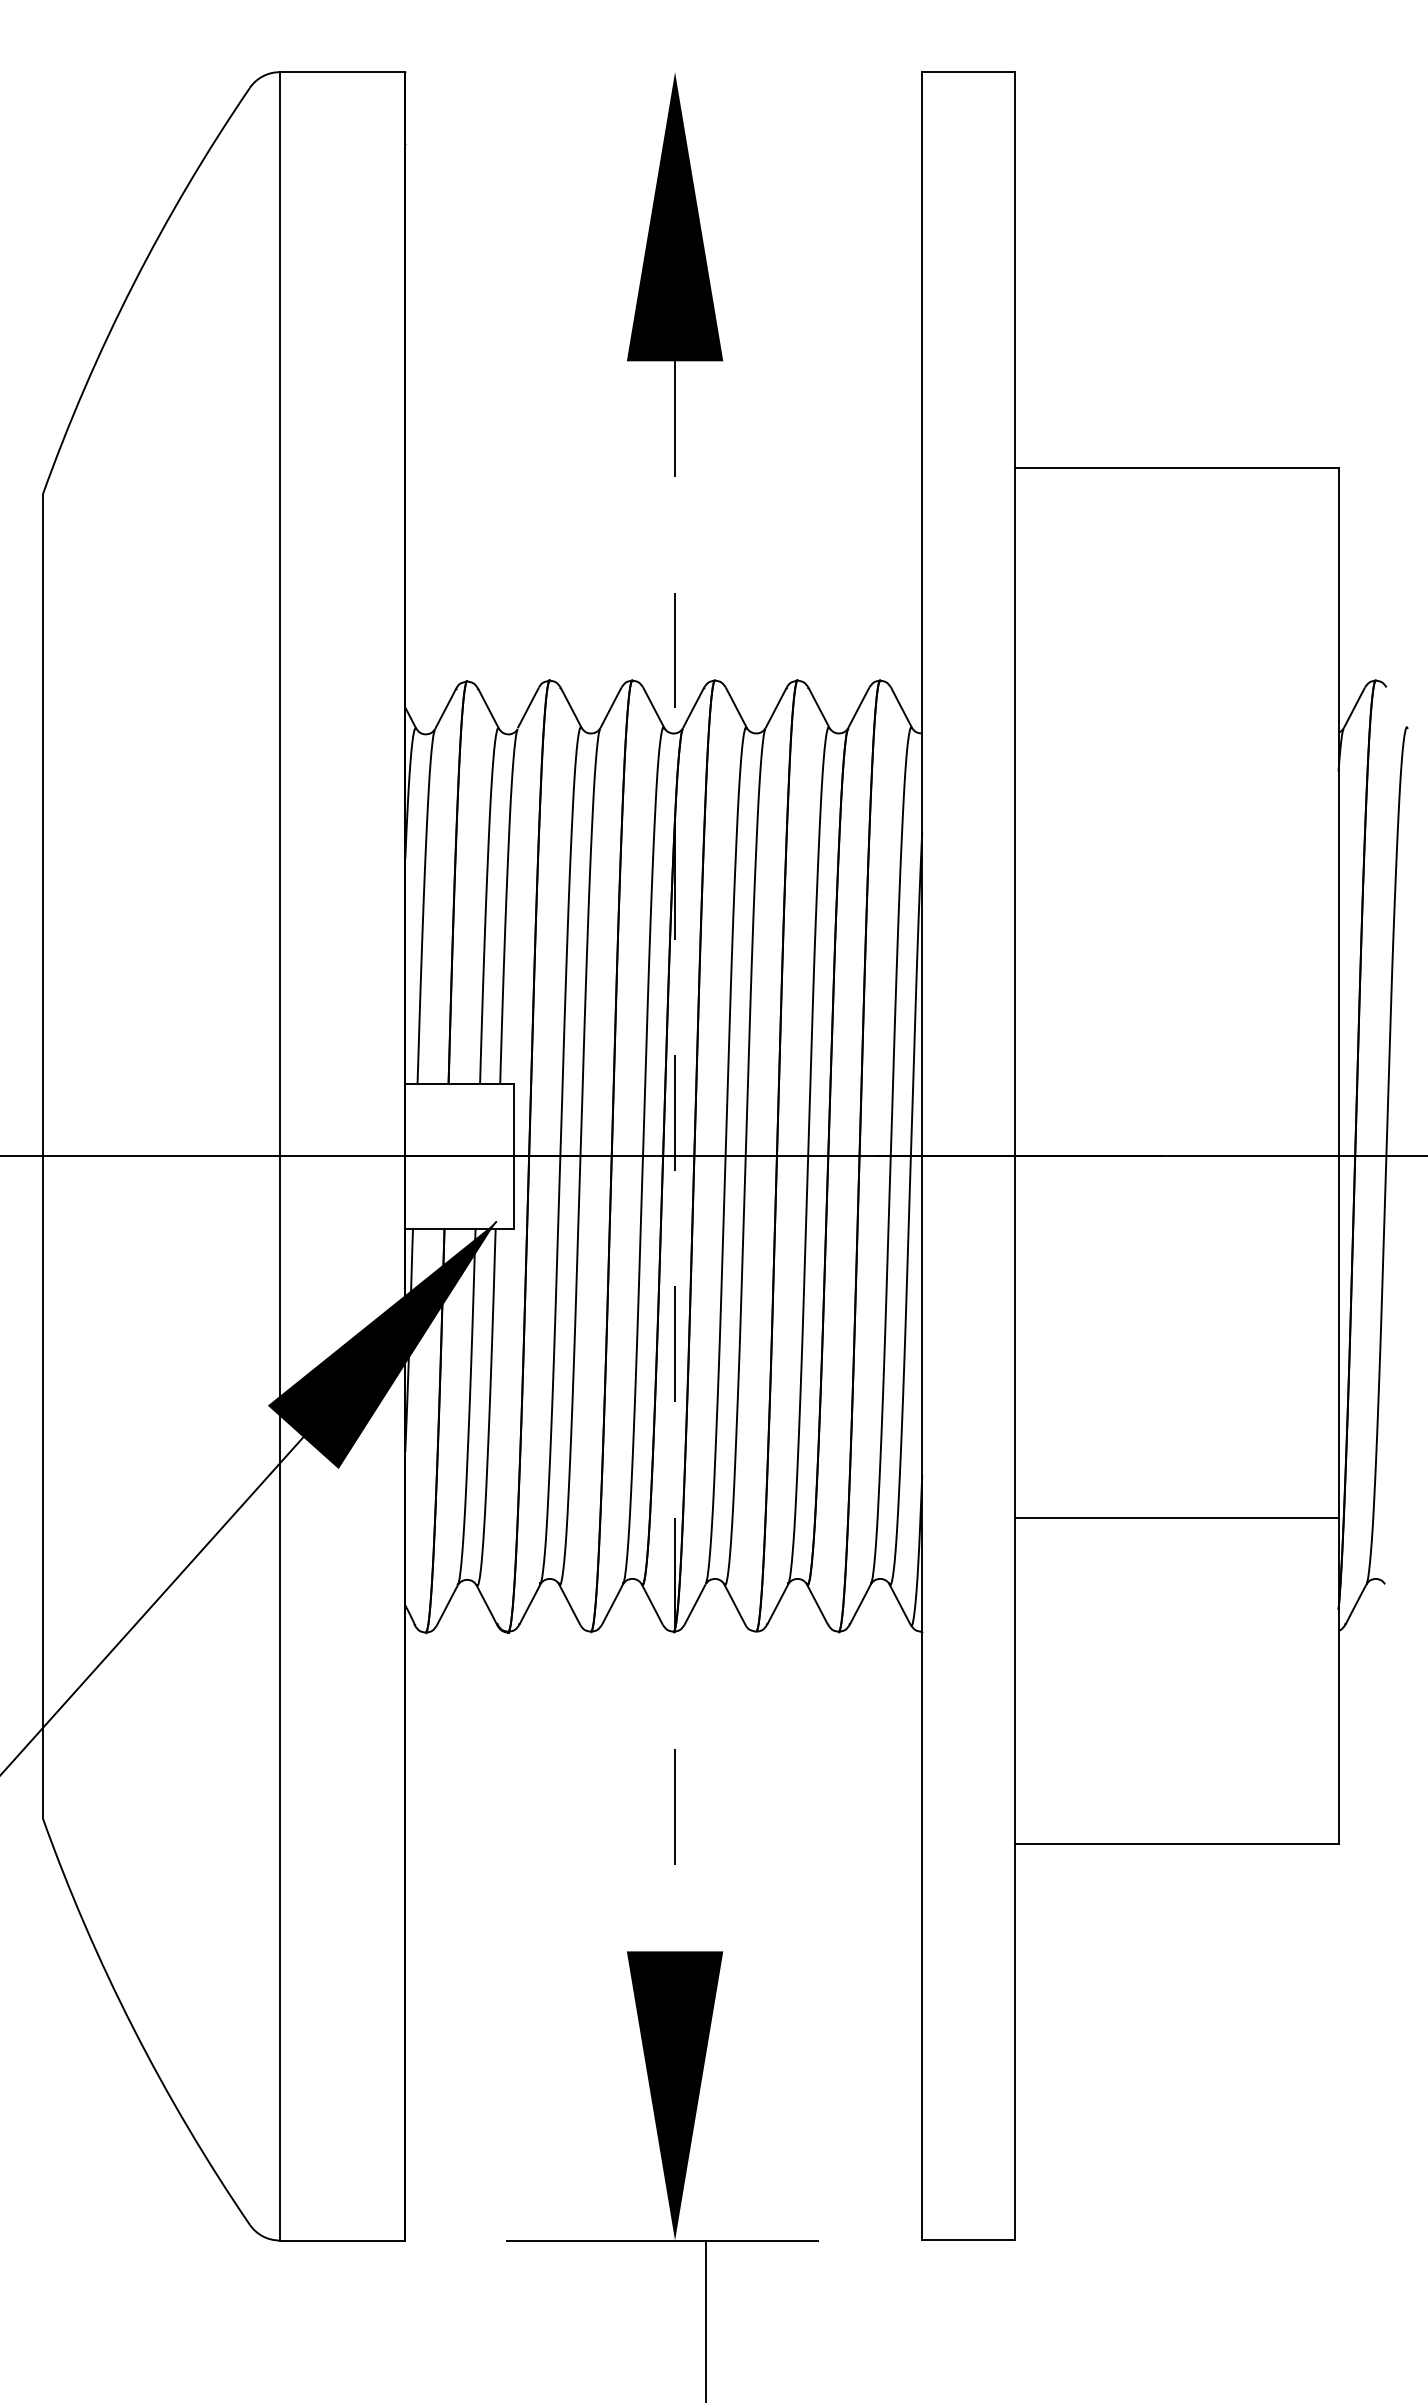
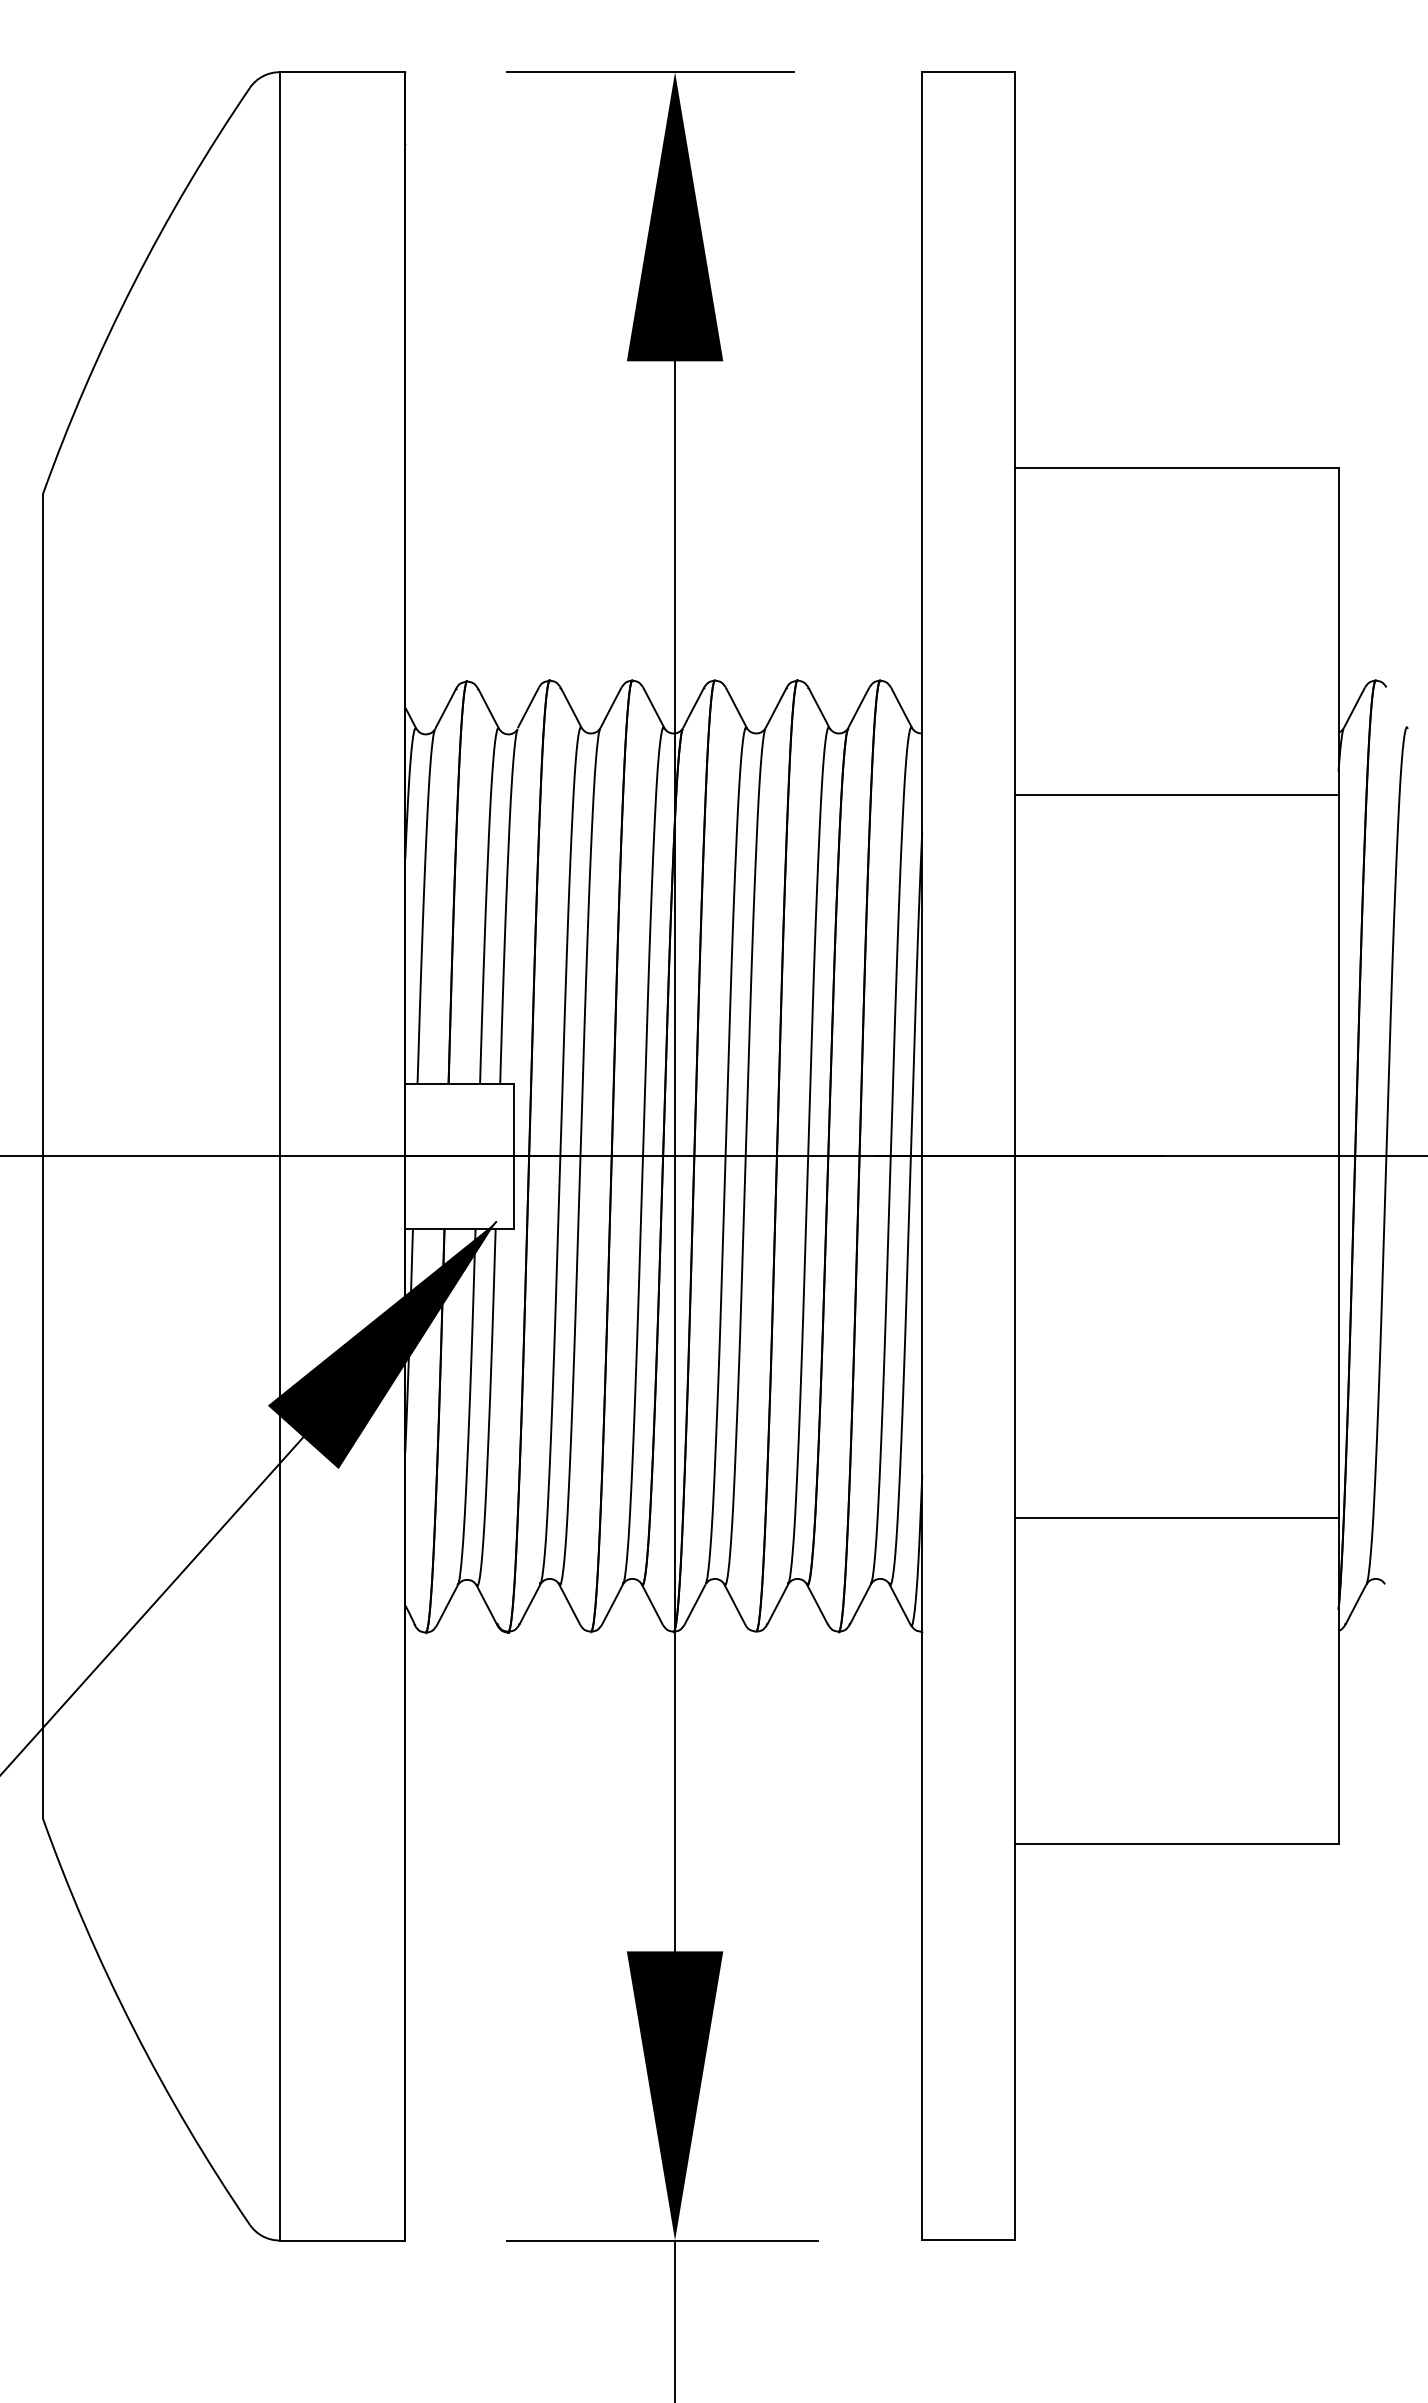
line at (650, 72): none -> present
line at (1176, 794): none -> present
line at (675, 1156): dashed -> solid
line at (706, 2319) position: (706, 2319) -> (675, 2319)
